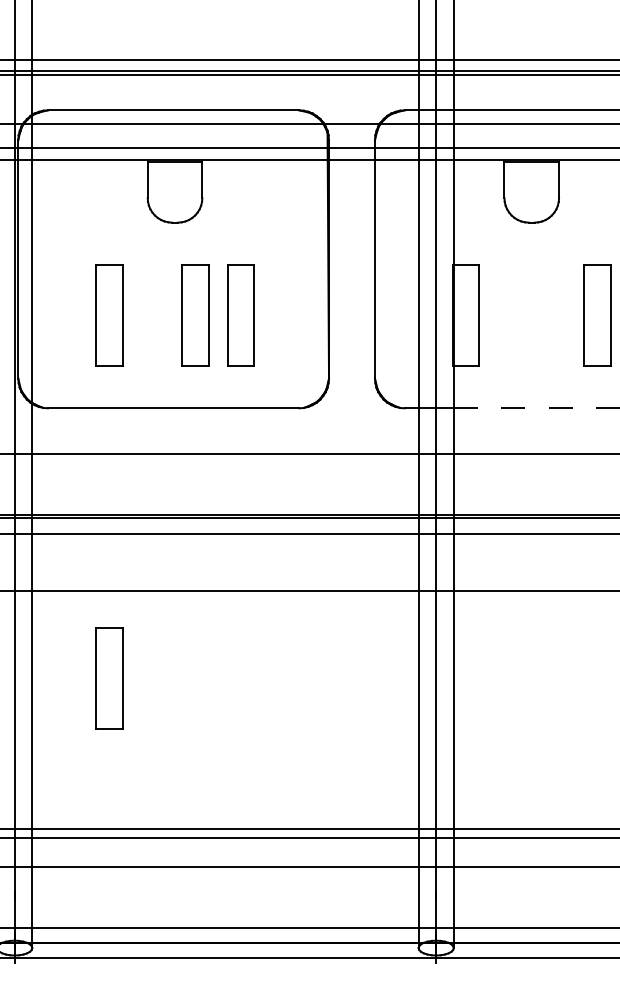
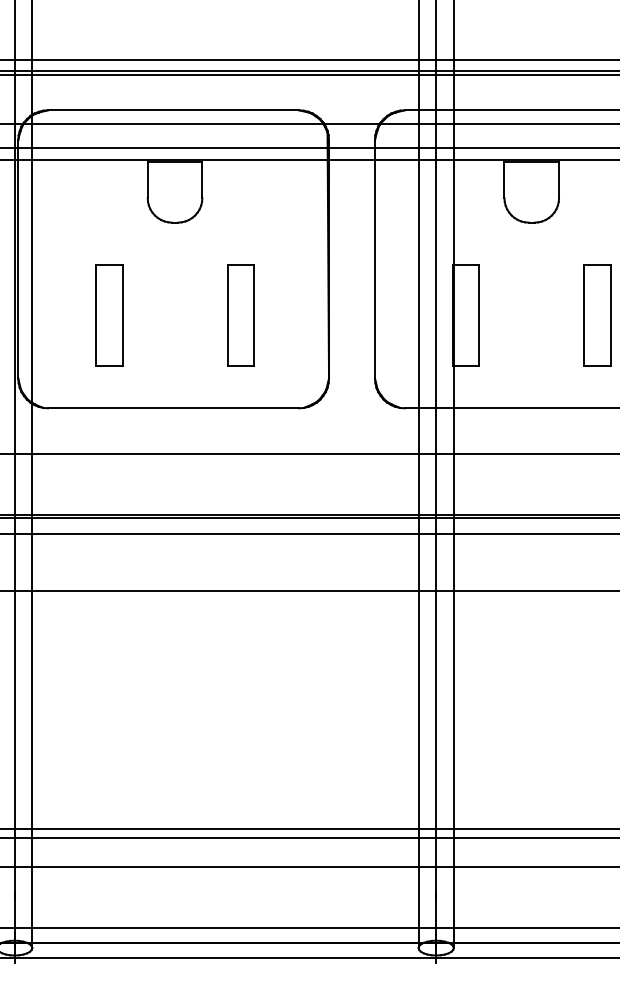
part at (195, 315): present -> none
line at (536, 408): dashed -> solid
part at (109, 678): present -> none
